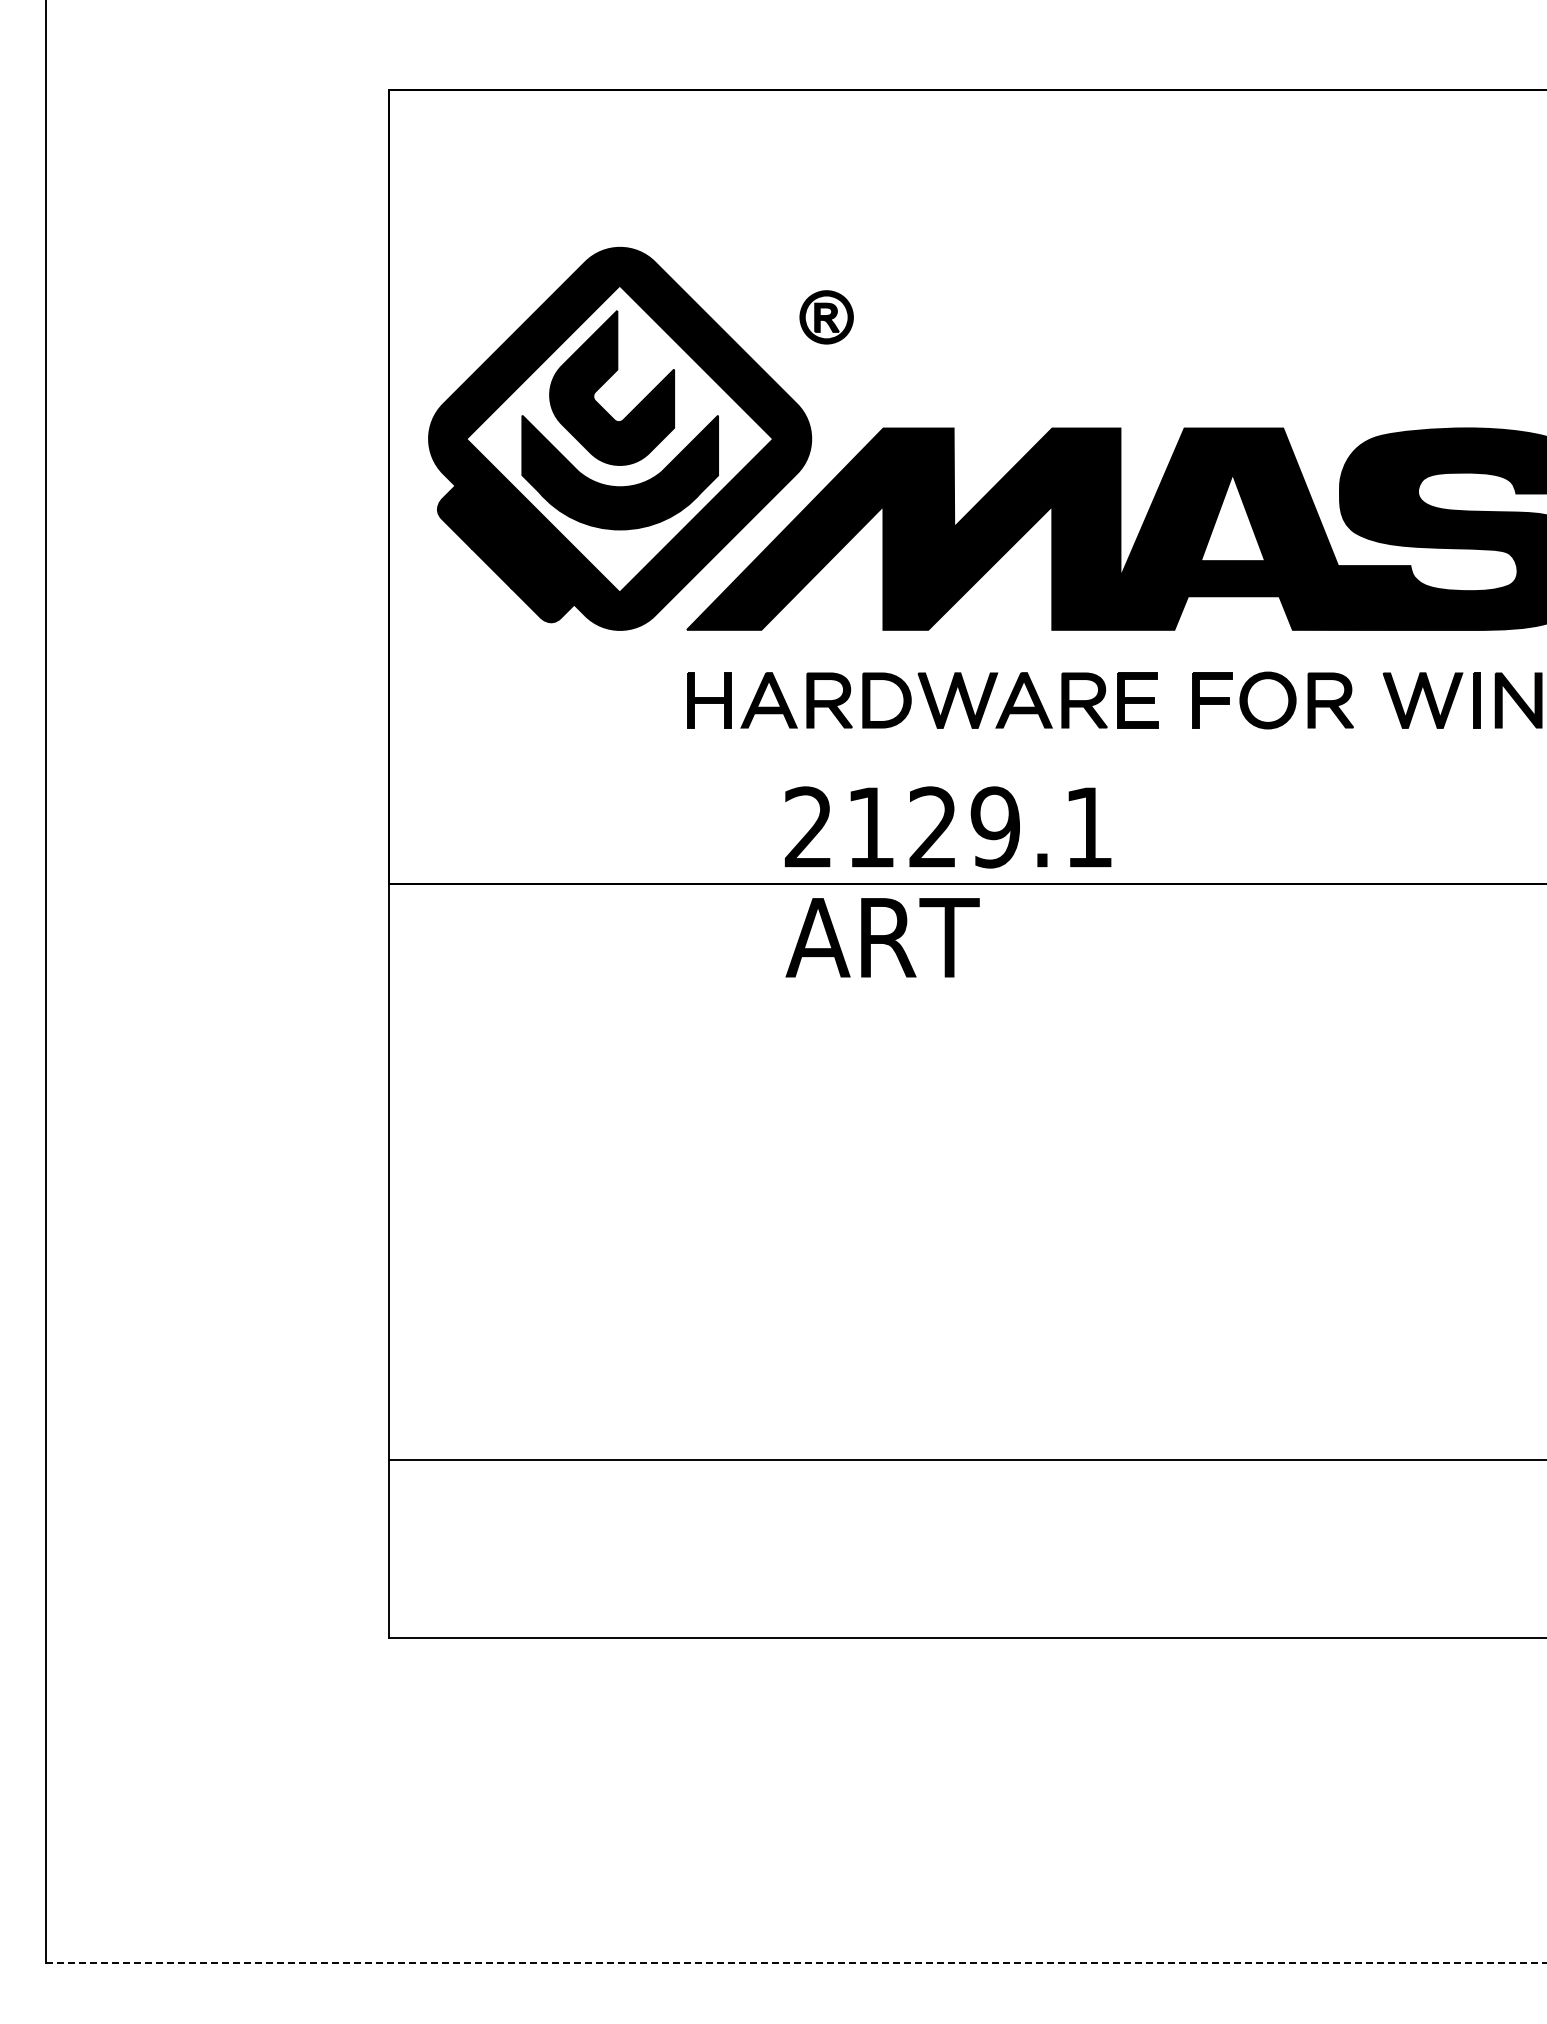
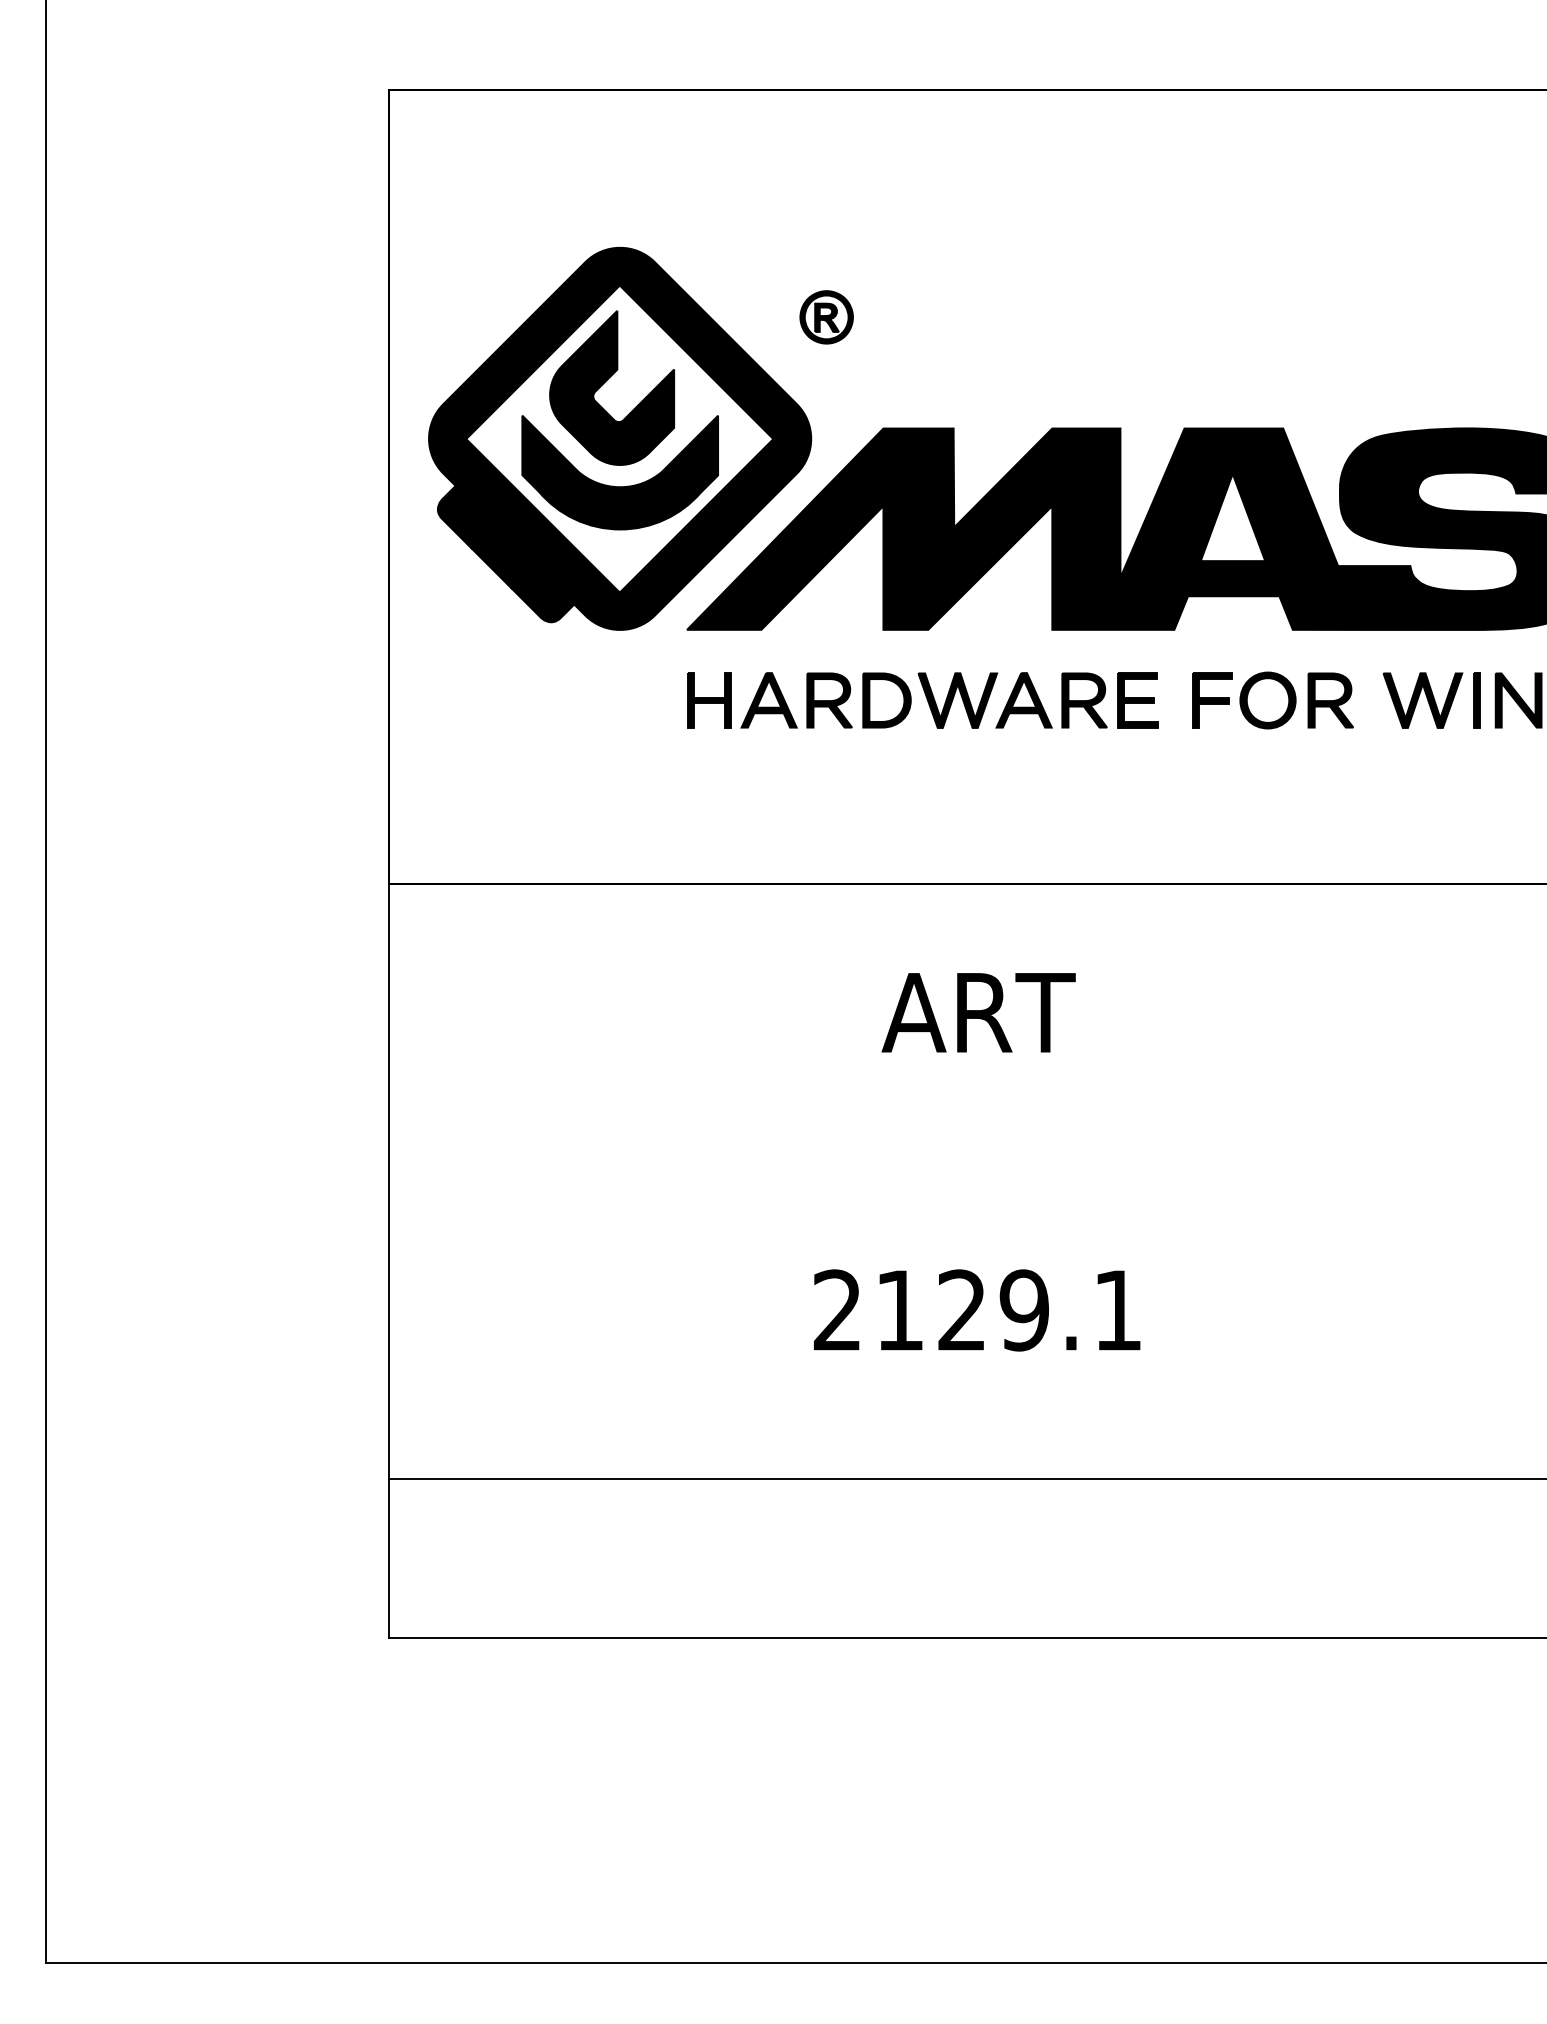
text at (948, 827) position: (948, 827) -> (977, 1310)
text at (882, 937) position: (882, 937) -> (978, 1012)
line at (965, 1460) position: (965, 1460) -> (965, 1479)
line at (796, 1963): dashed -> solid
